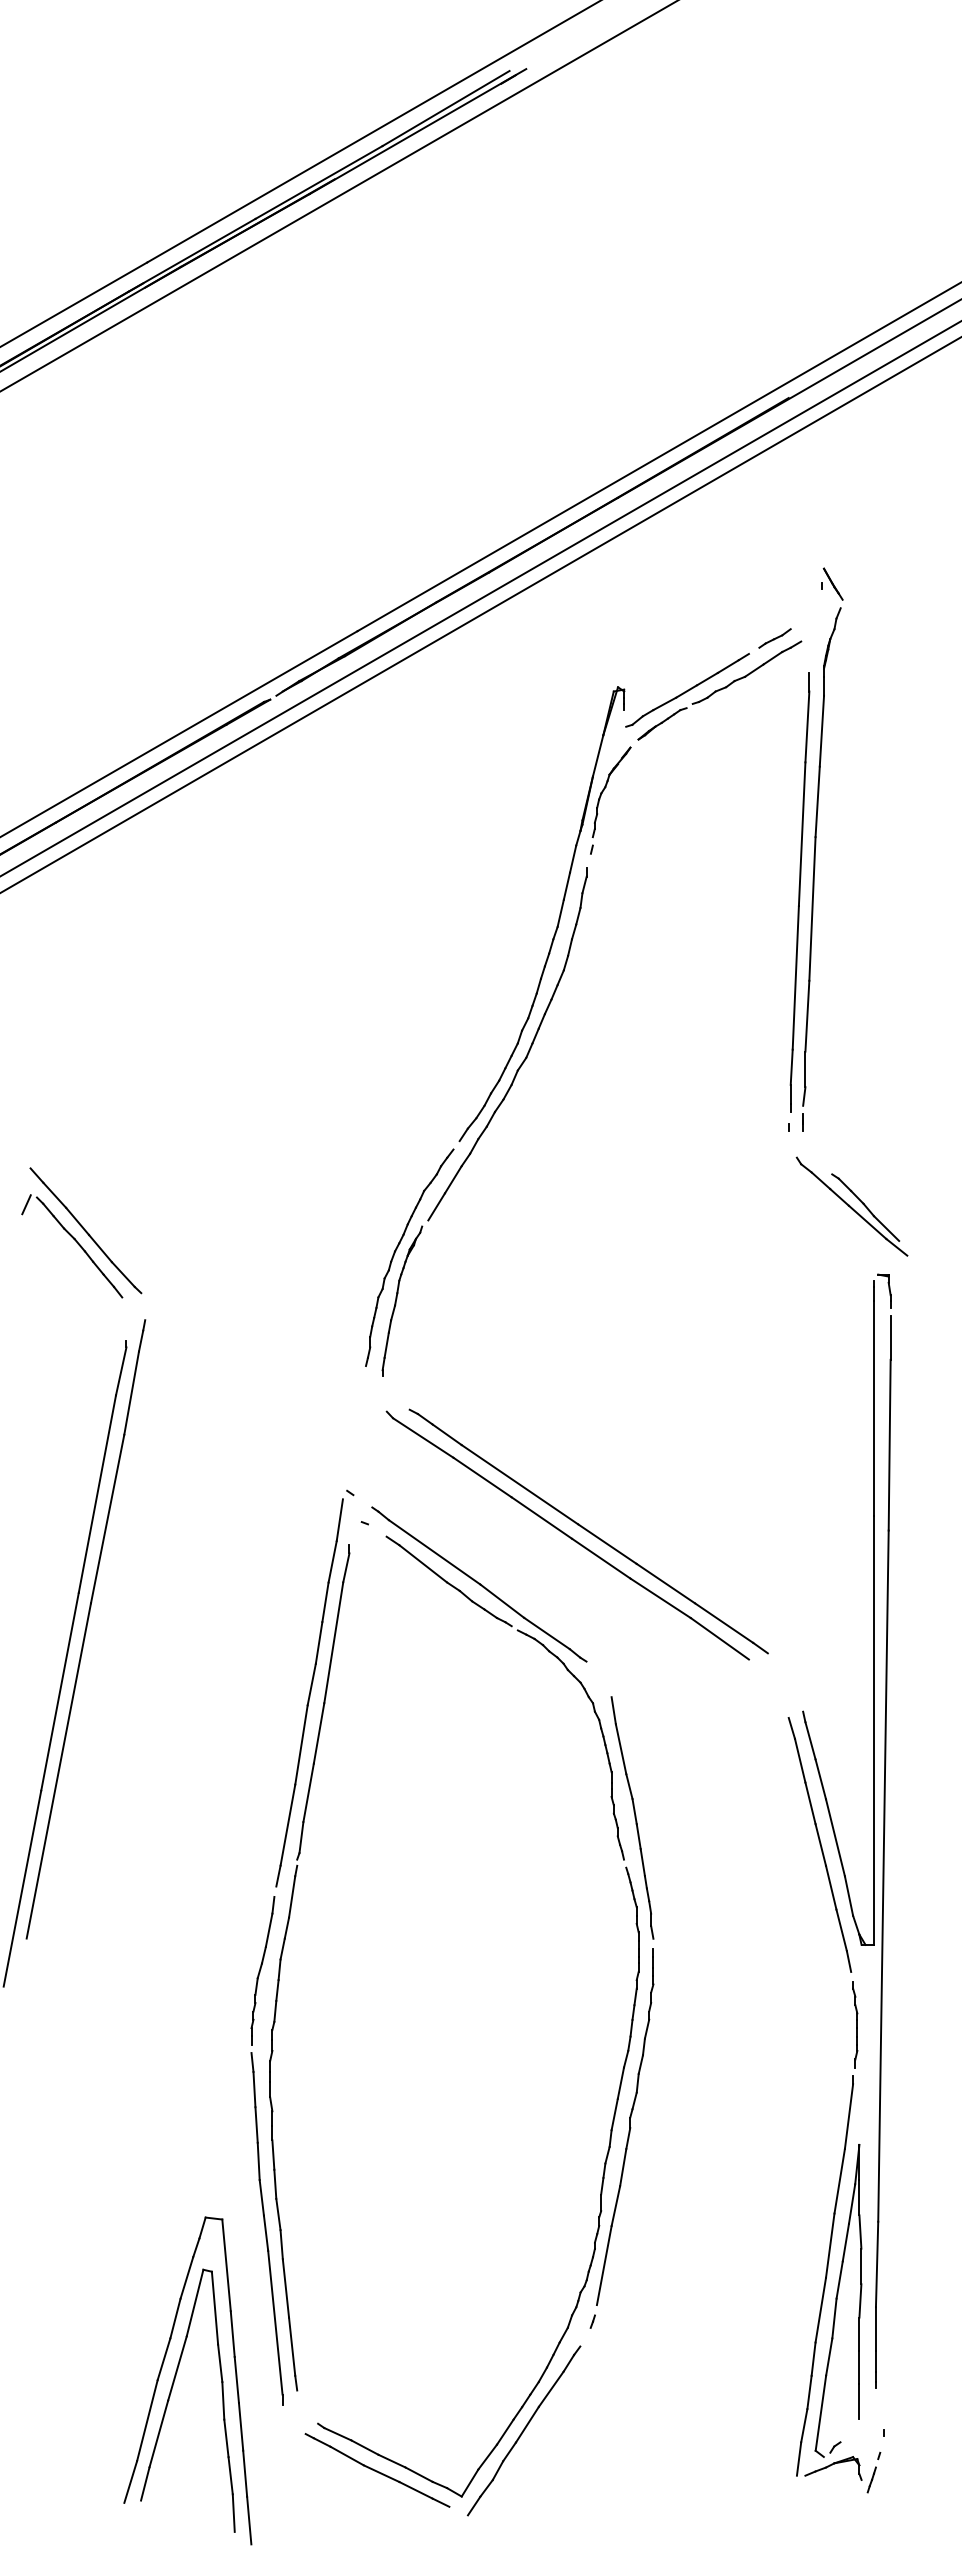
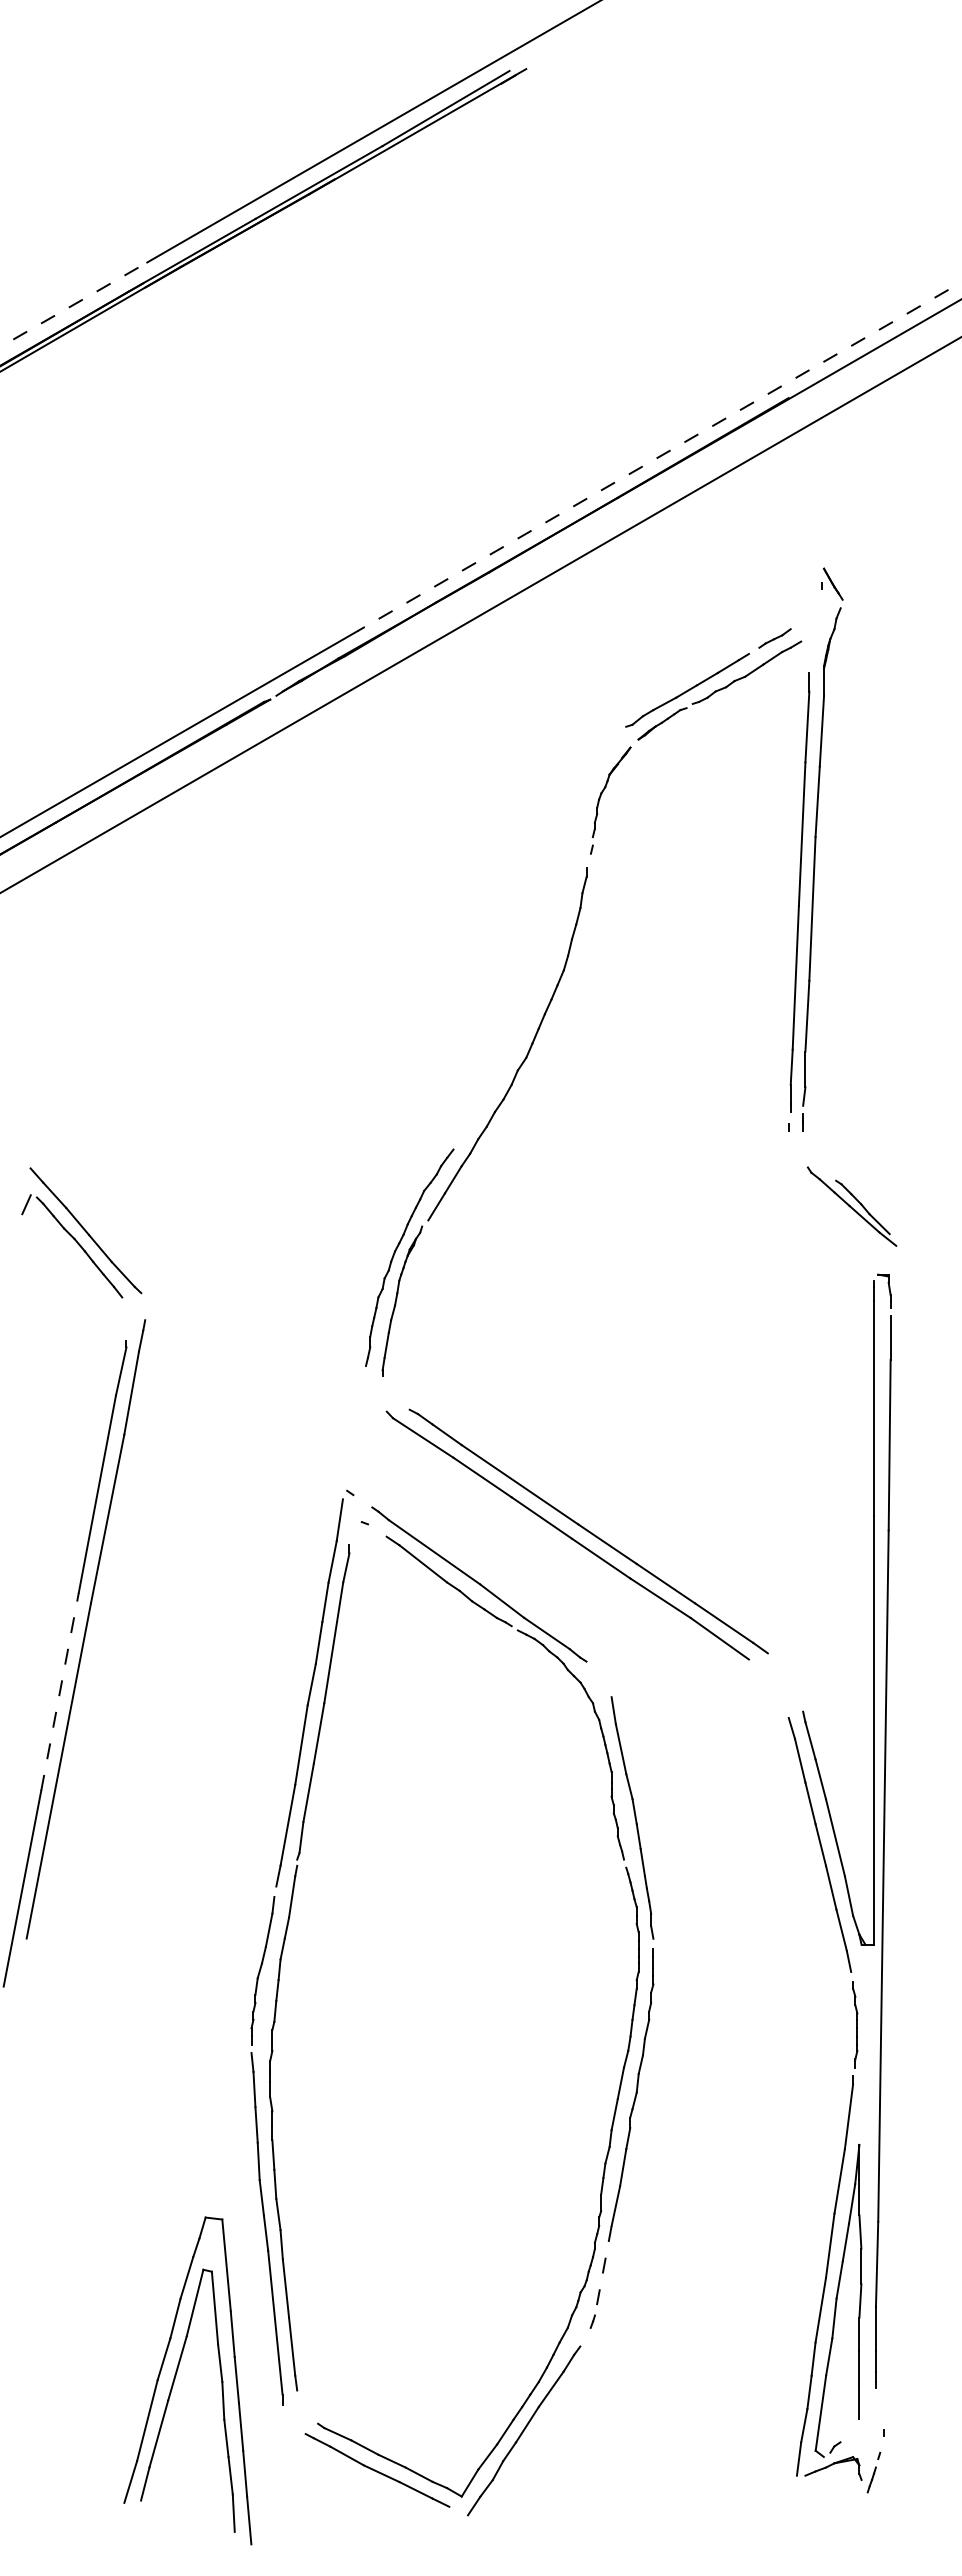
line at (338, 196): present -> none
line at (74, 304): solid -> dashed
line at (659, 456): solid -> dashed
line at (480, 598): present -> none
part at (558, 917): present -> none
part at (851, 1206) size: 114x101 px -> 92x81 px
line at (60, 1691): solid -> dashed
line at (604, 2265): solid -> dashed
